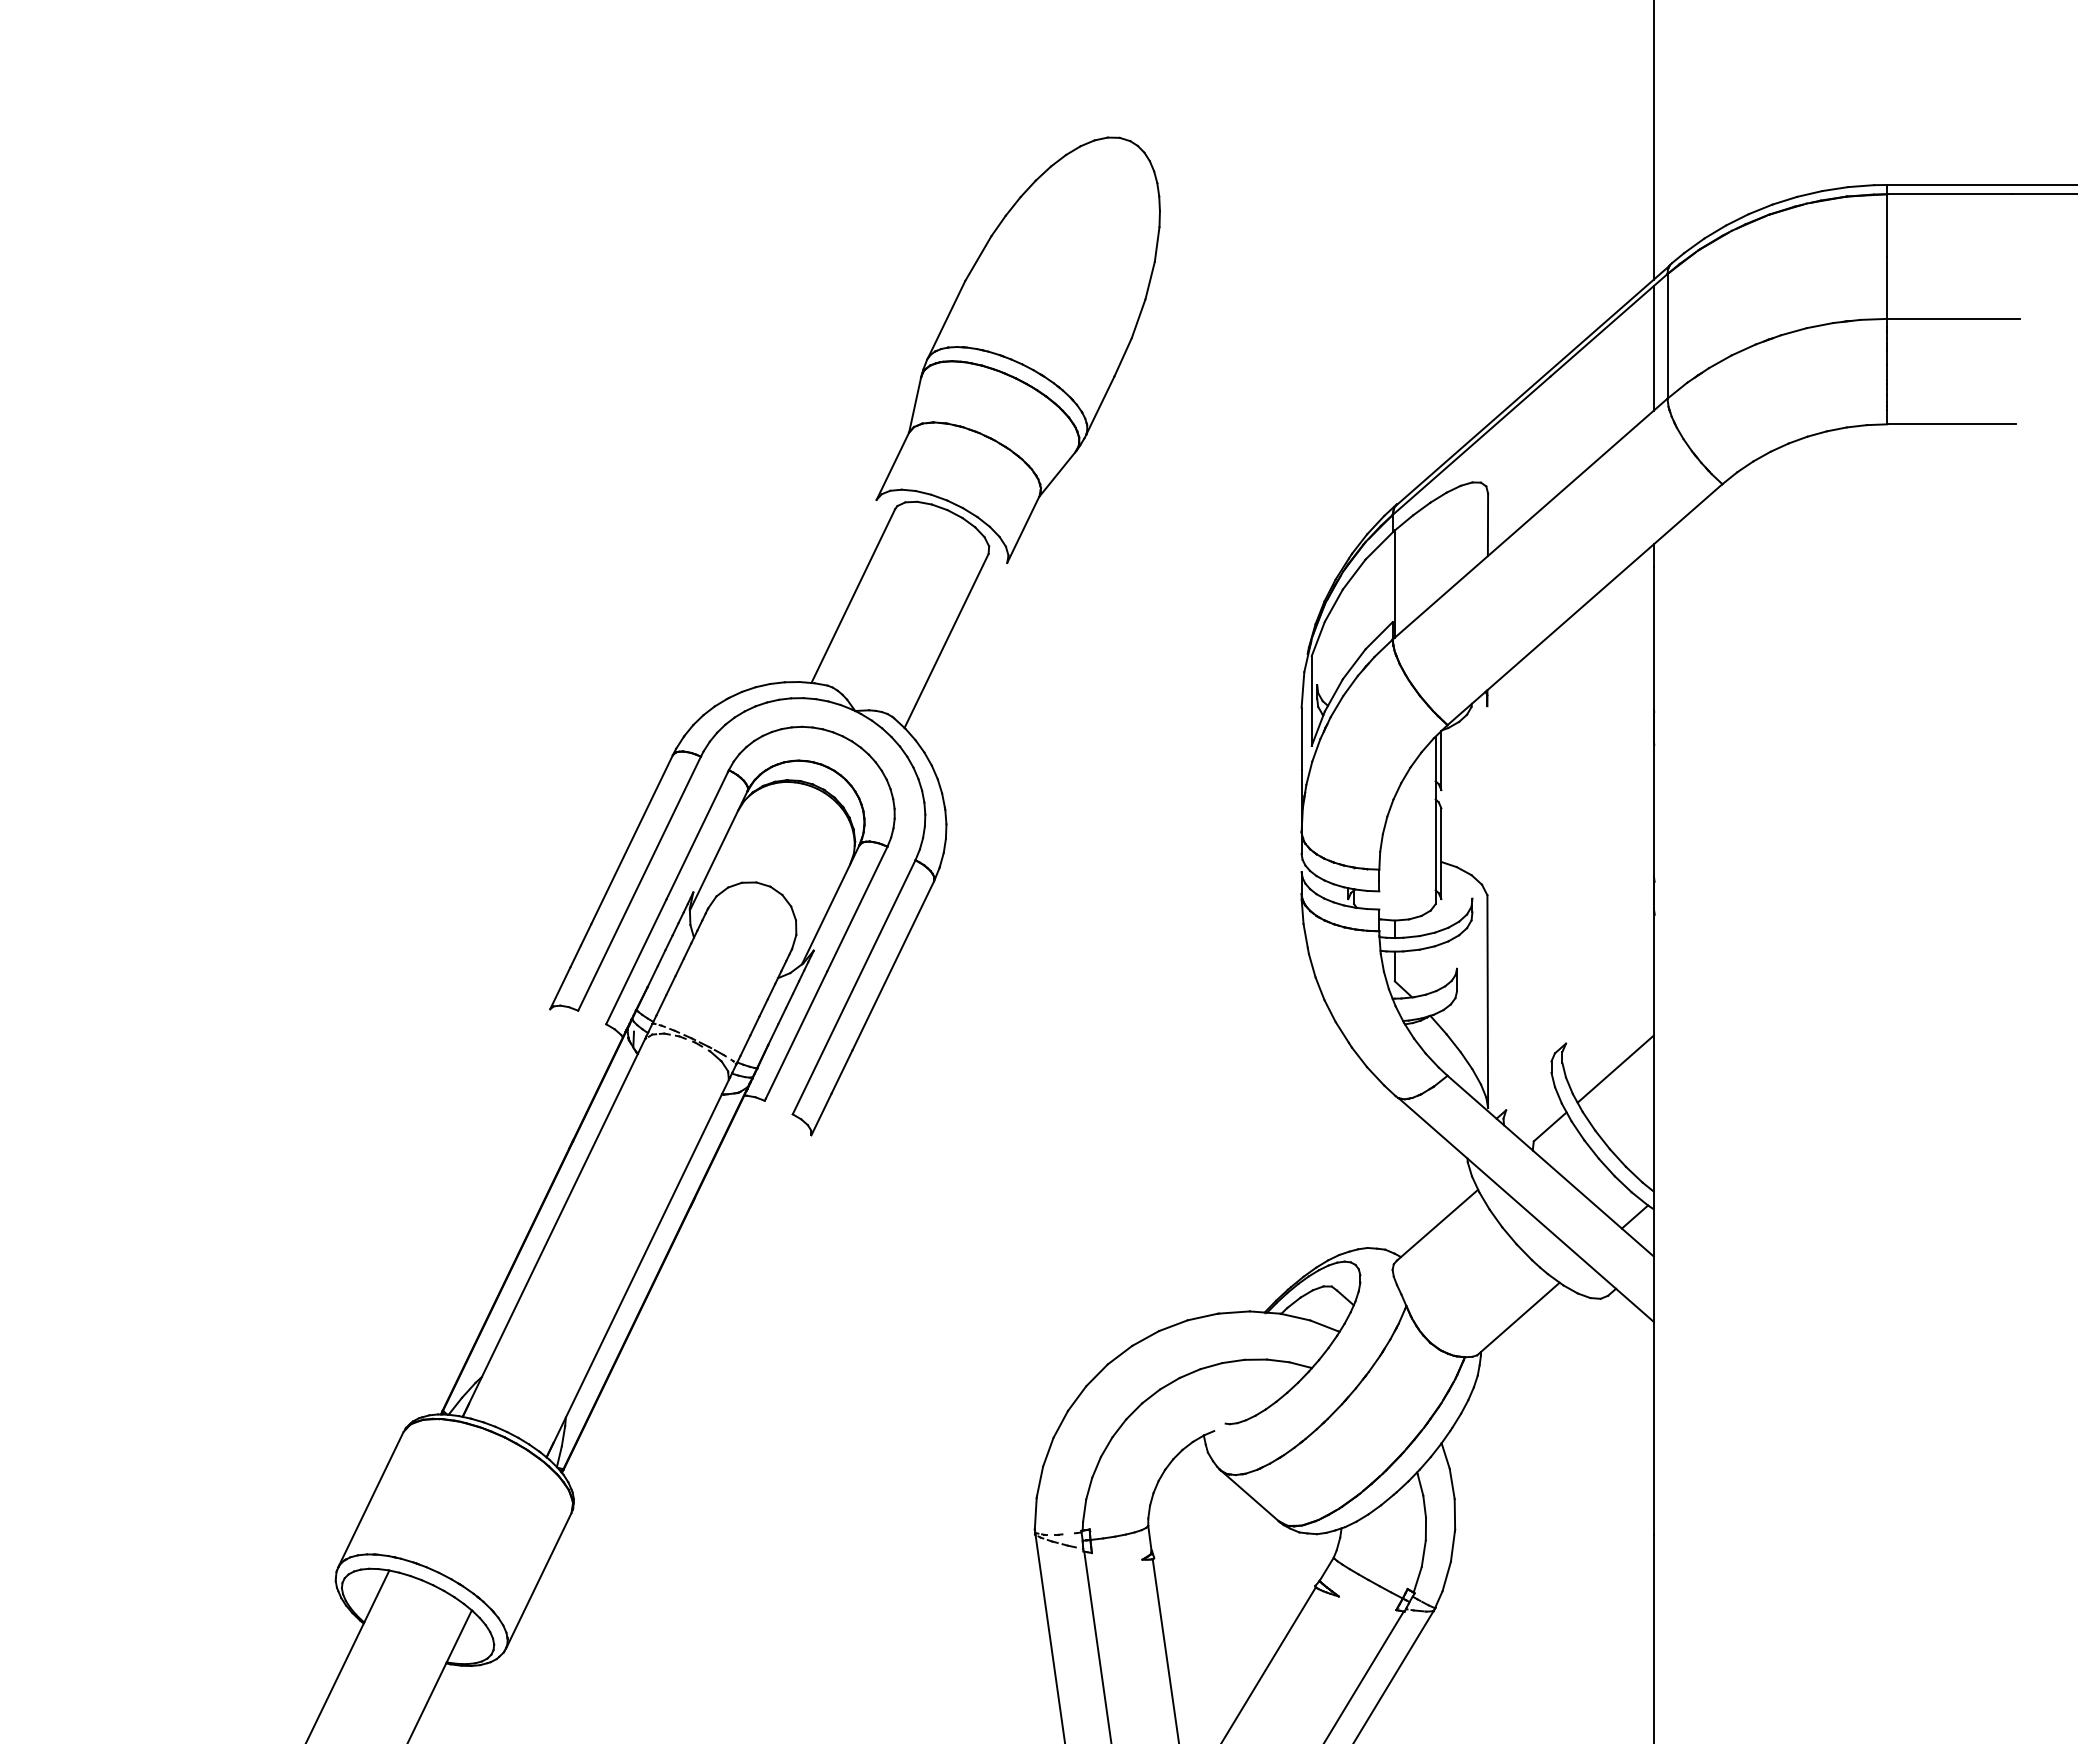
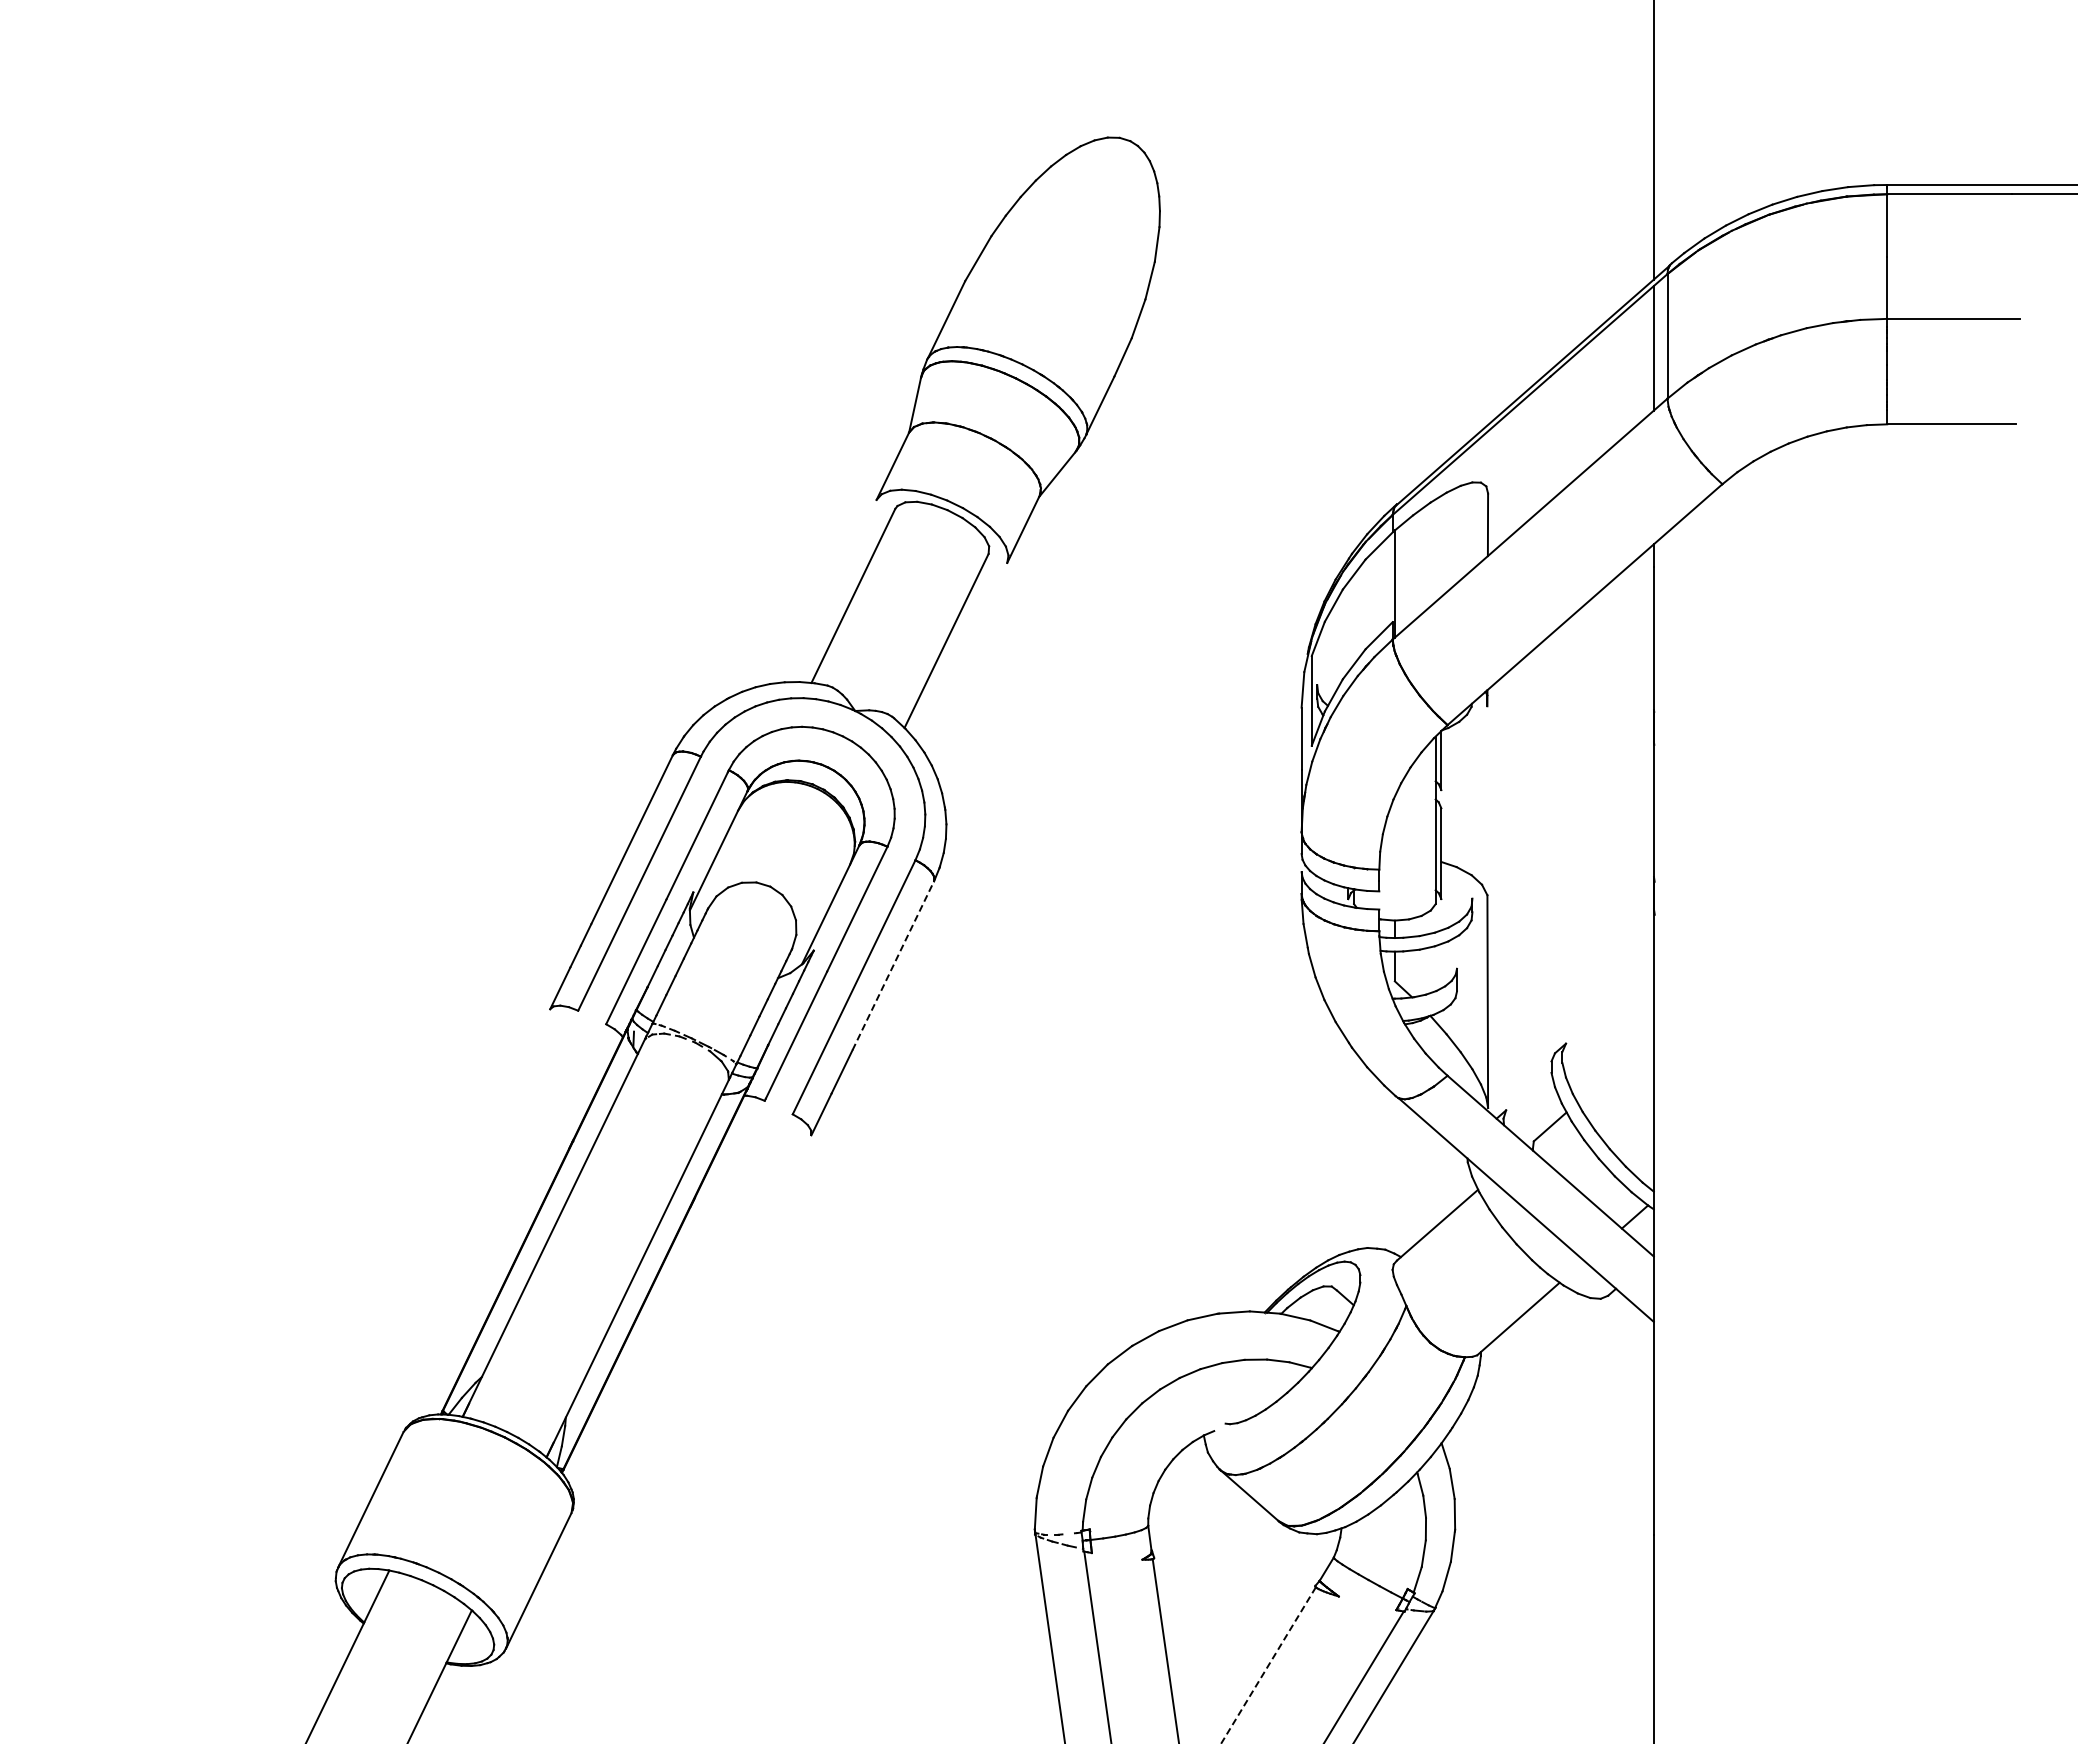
line at (893, 965): solid -> dashed
line at (1615, 1068): present -> none
line at (1268, 1665): solid -> dashed
